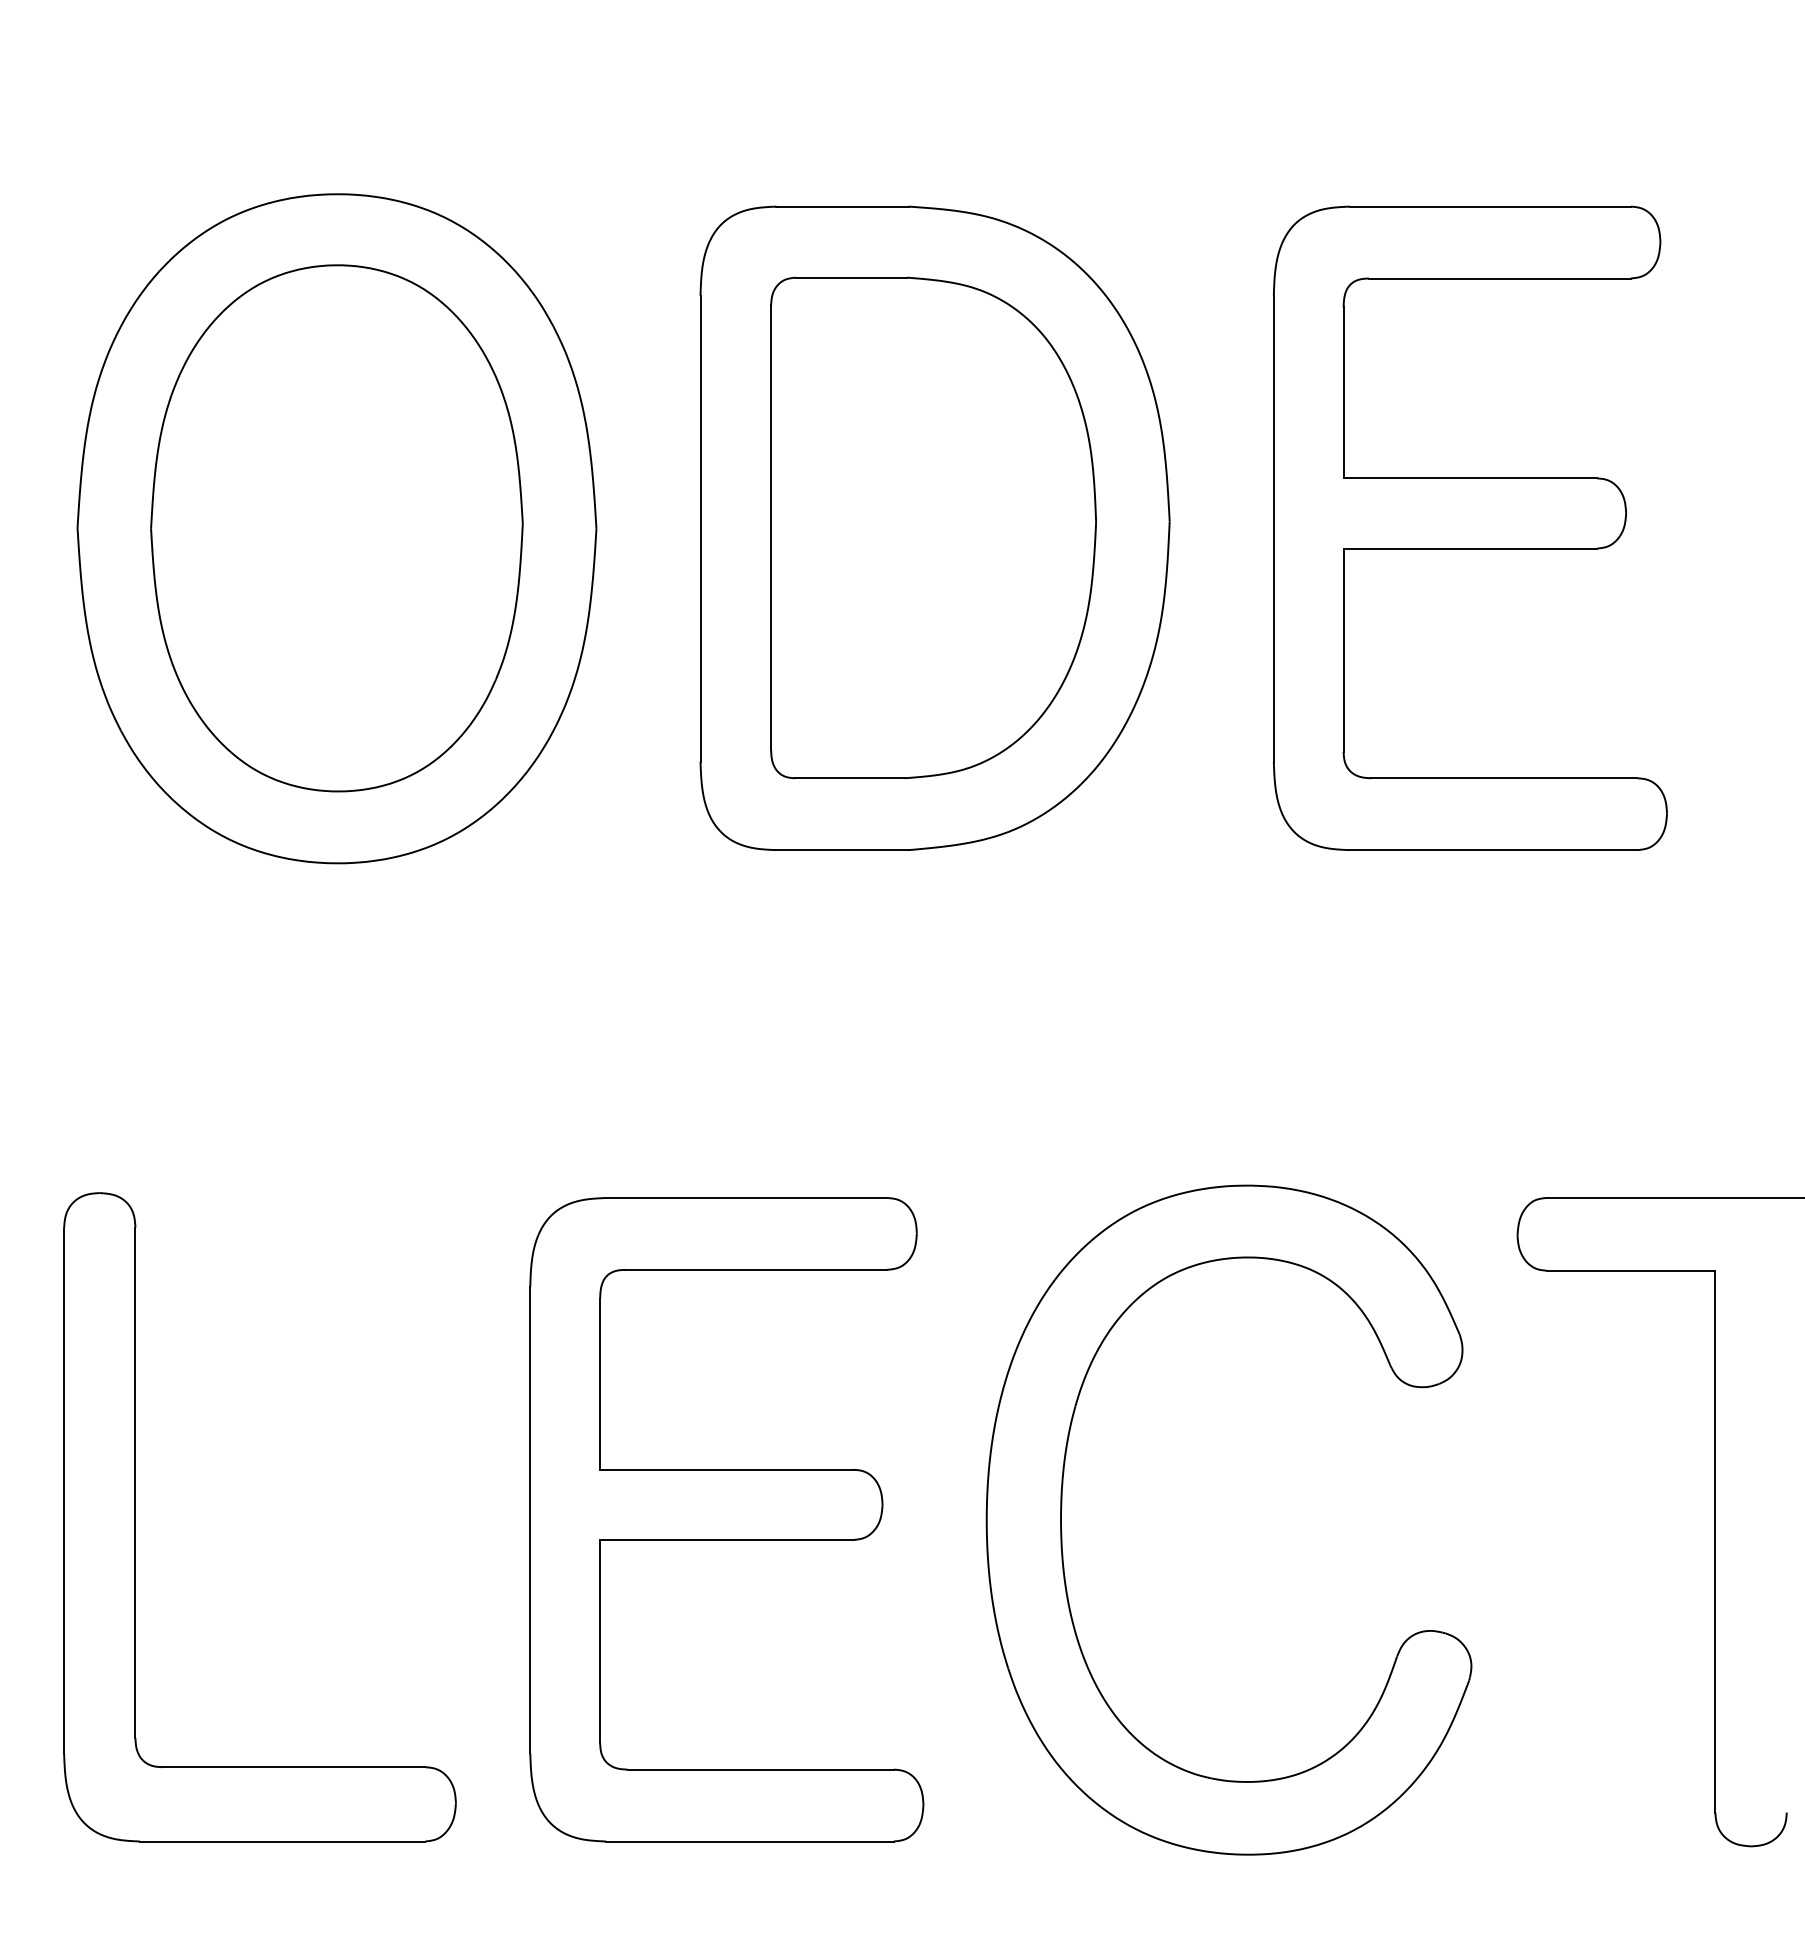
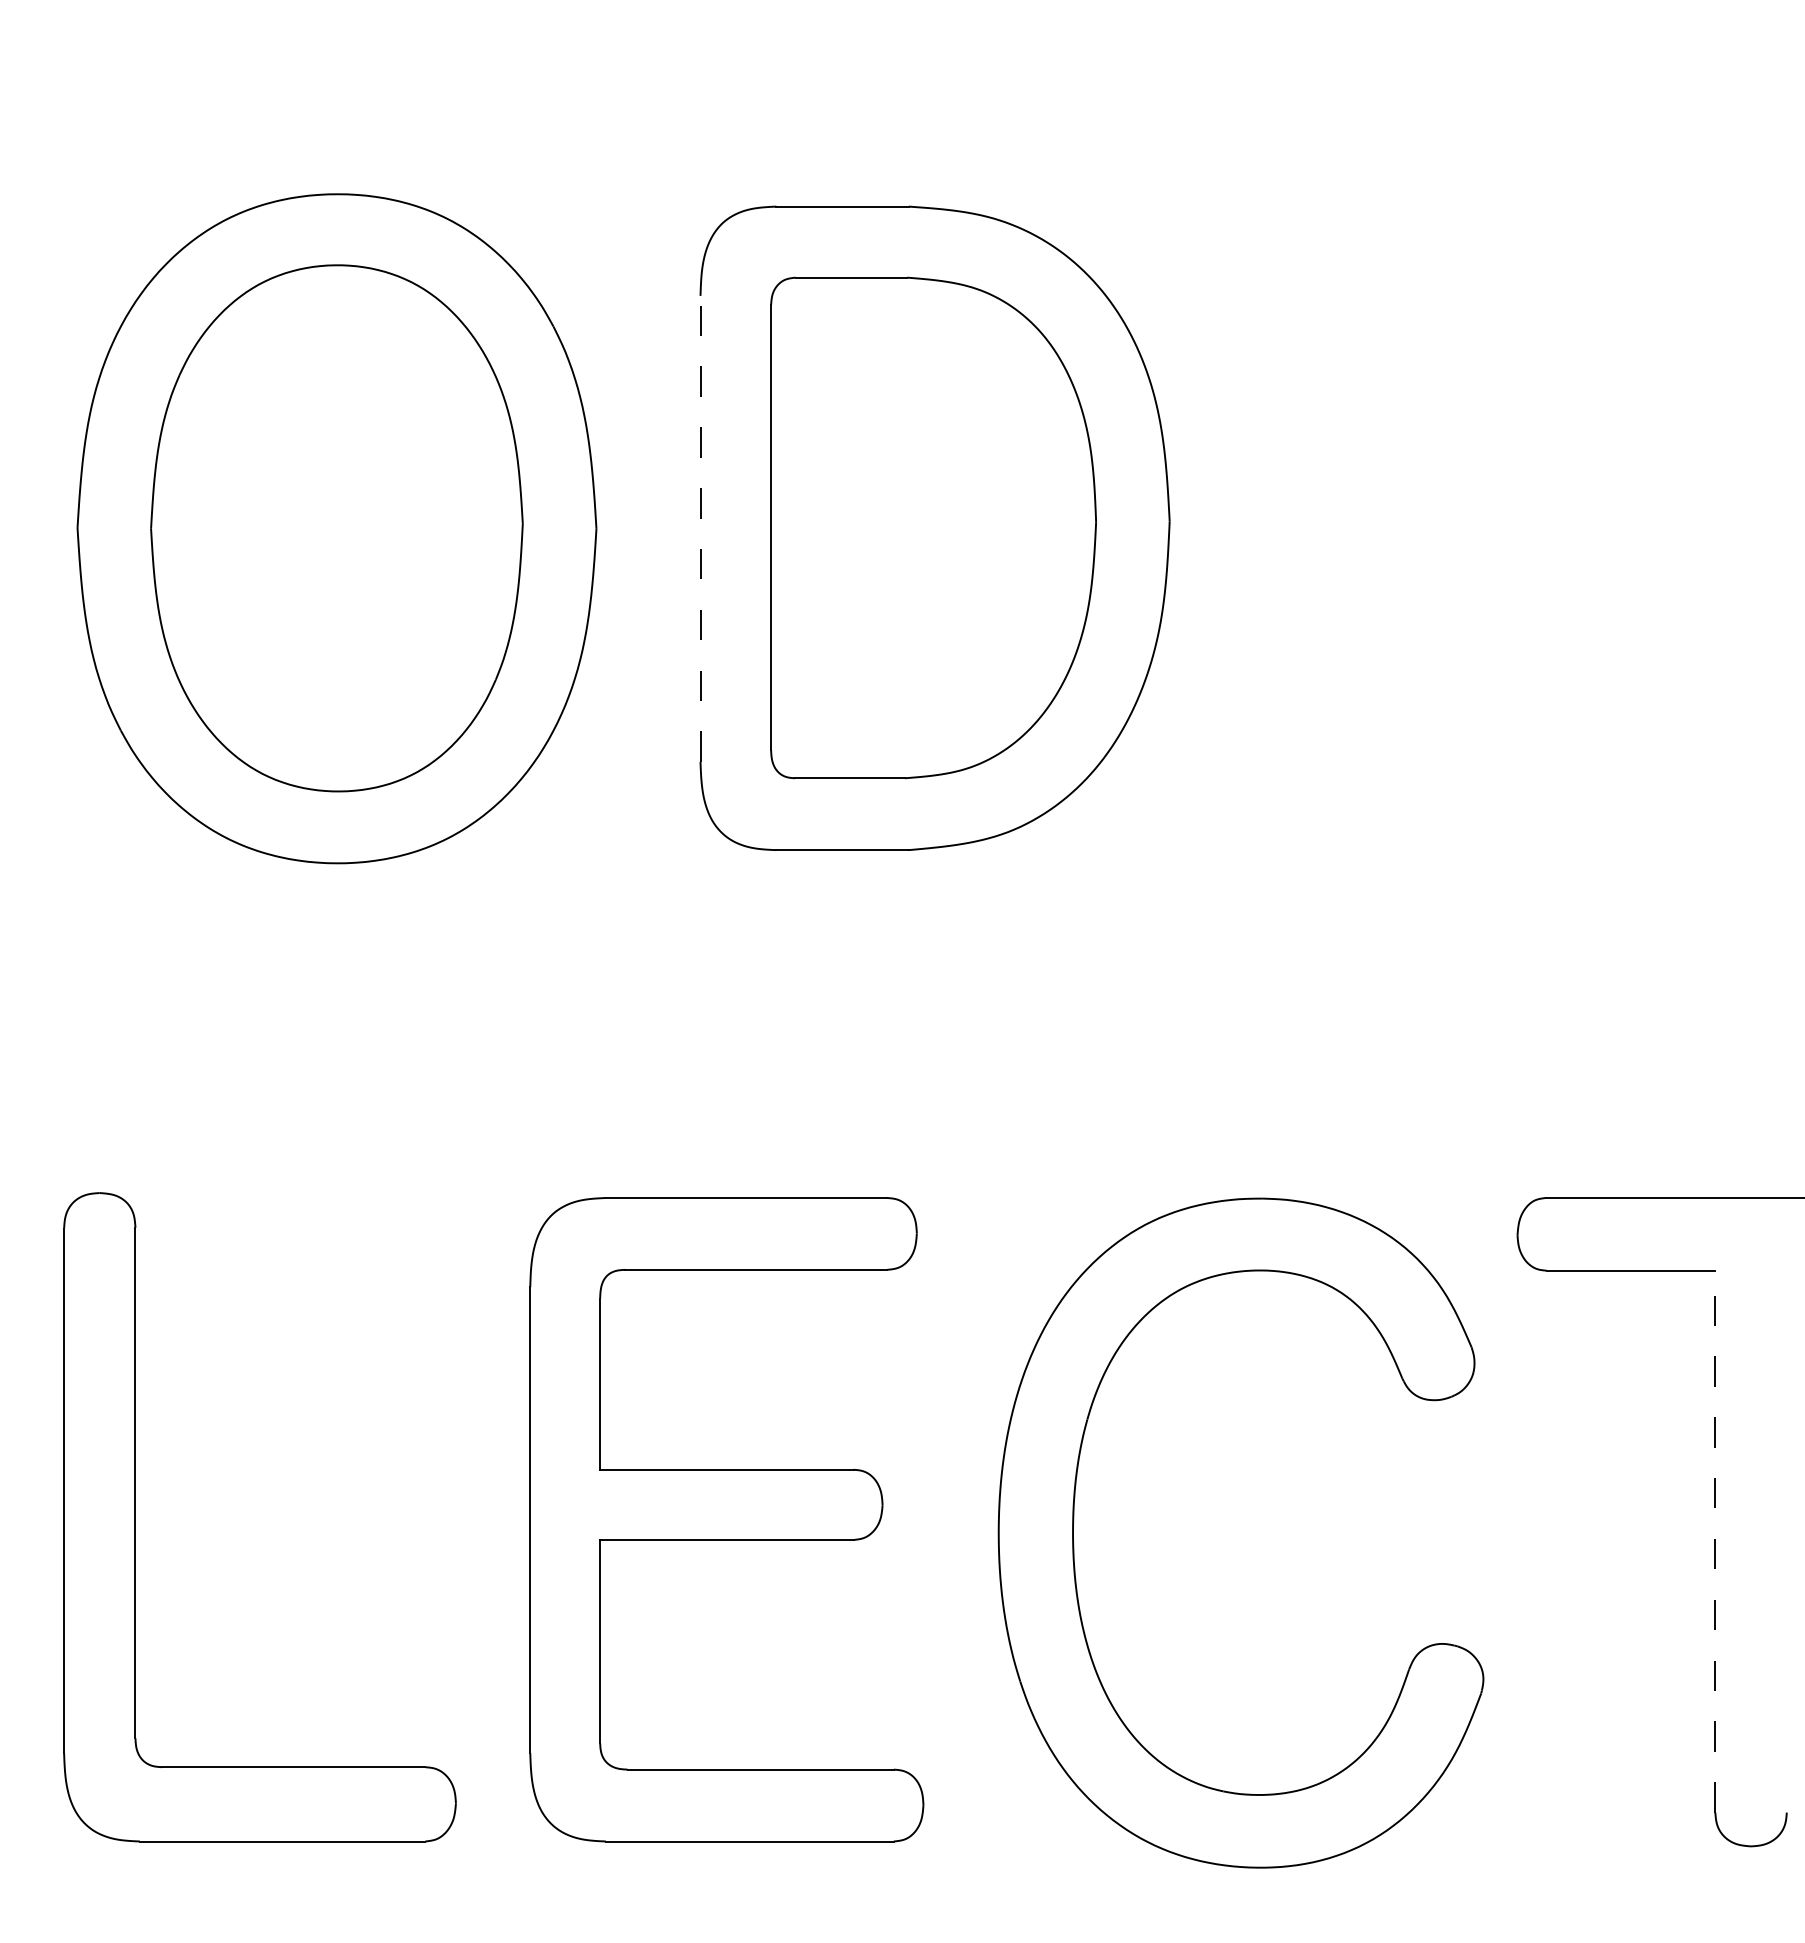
part at (1470, 527): present -> none
line at (700, 528): solid -> dashed
part at (1062, 1508) position: (1062, 1508) -> (1074, 1521)
line at (1715, 1541): solid -> dashed
